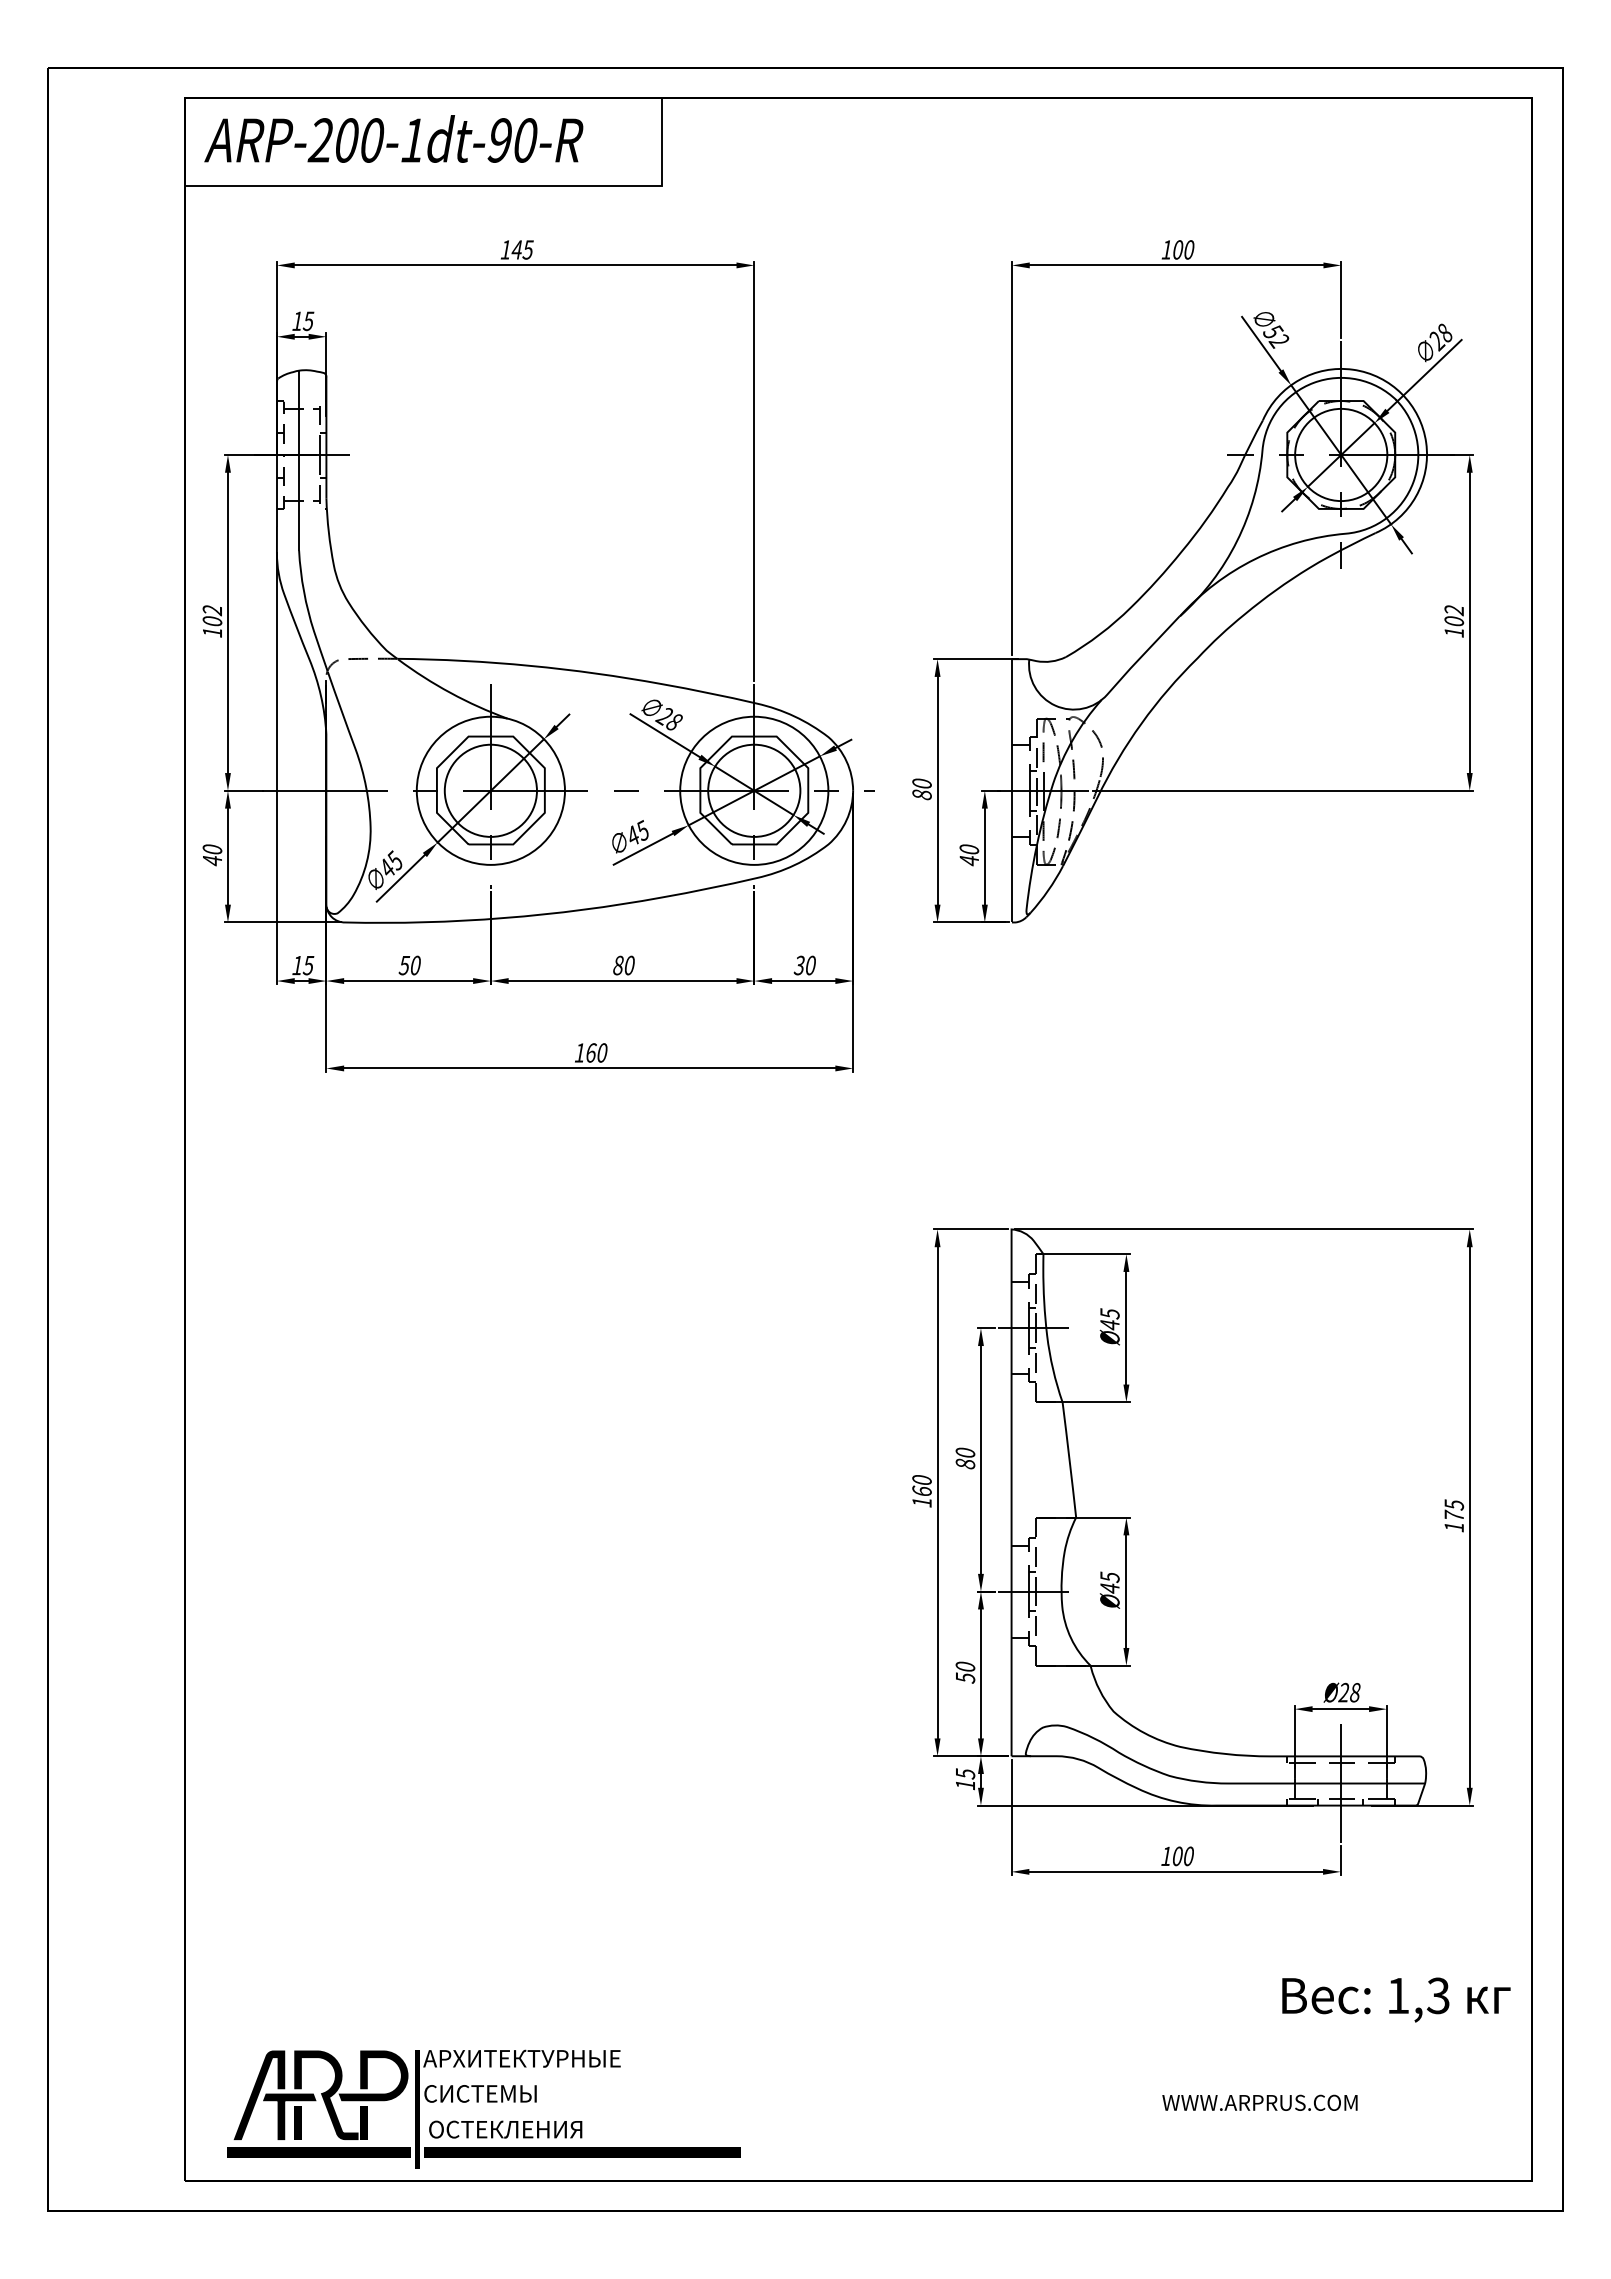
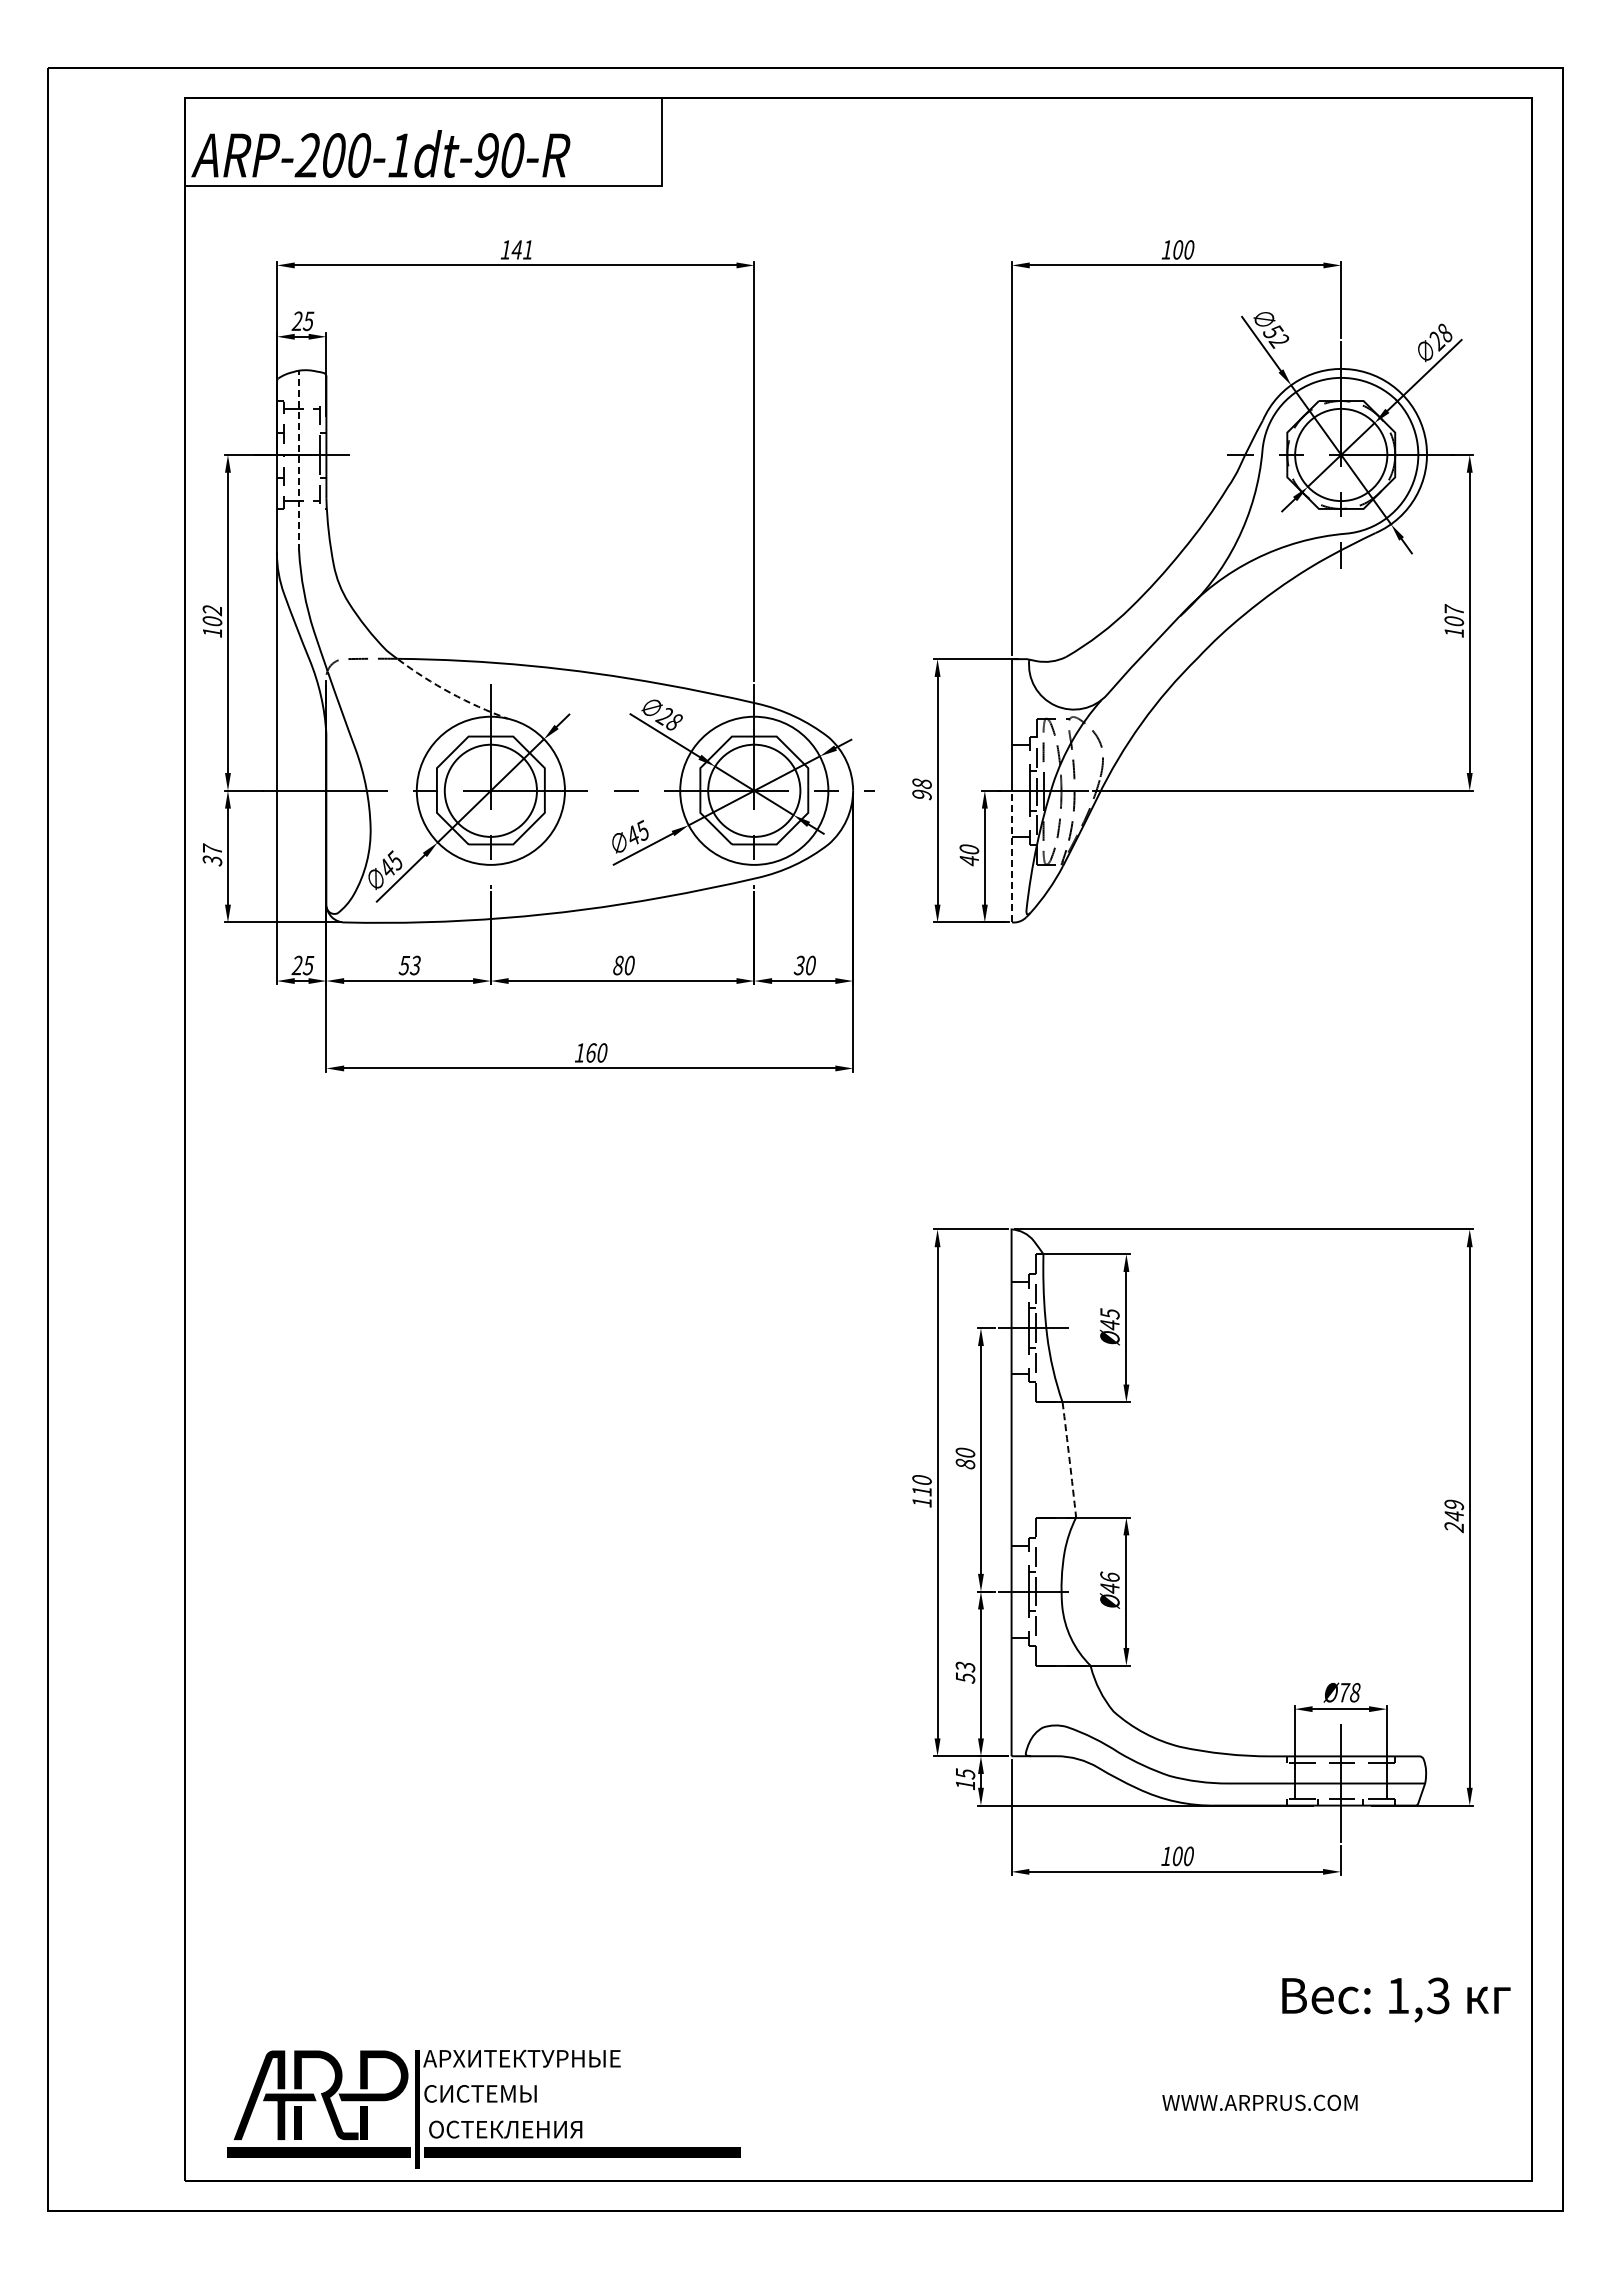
text at (393, 138) position: (393, 138) -> (380, 153)
text at (527, 249): 145 -> 141
text at (296, 320): 15 -> 25
line at (299, 460): solid -> dashed
text at (1453, 610): 102 -> 107
line at (450, 693): solid -> dashed
text at (921, 789): 80 -> 98
text at (212, 854): 40 -> 37
line at (1011, 855): solid -> dashed
text at (296, 964): 15 -> 25
text at (414, 965): 50 -> 53
line at (1069, 1459): solid -> dashed
text at (921, 1490): 160 -> 110
text at (1453, 1516): 175 -> 249
text at (1109, 1577): Ø45 -> Ø46
text at (965, 1666): 50 -> 53
text at (1344, 1692): Ø28 -> Ø78
